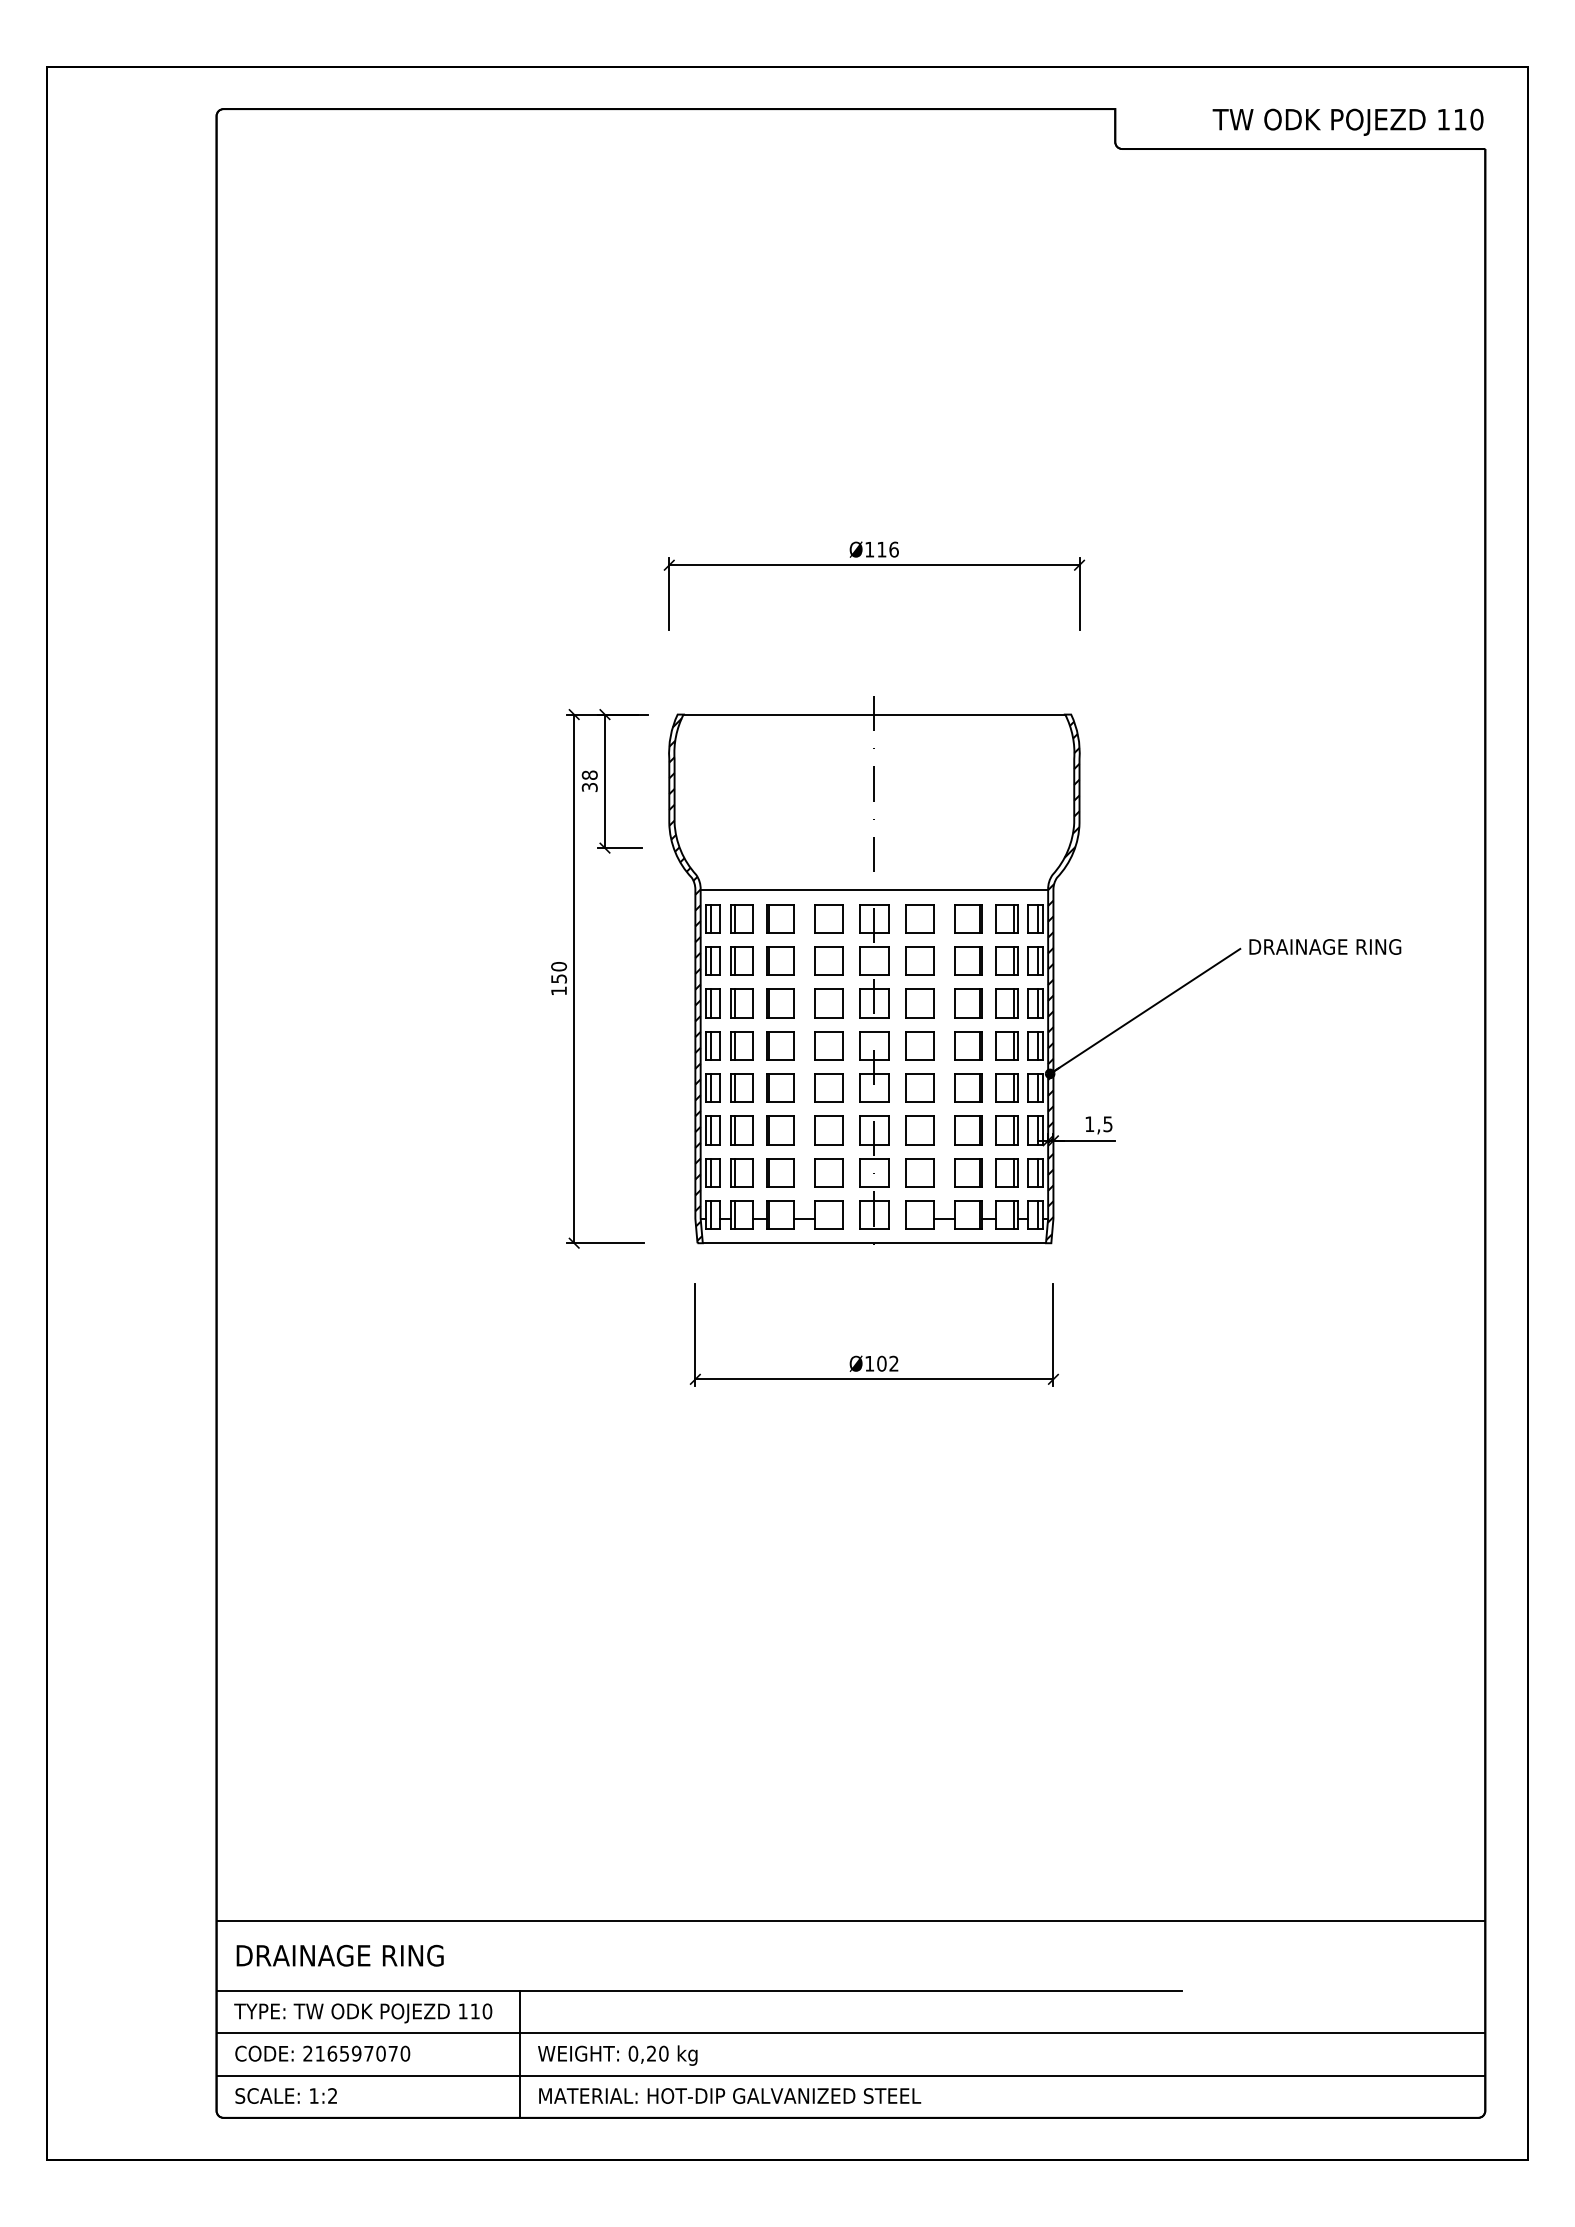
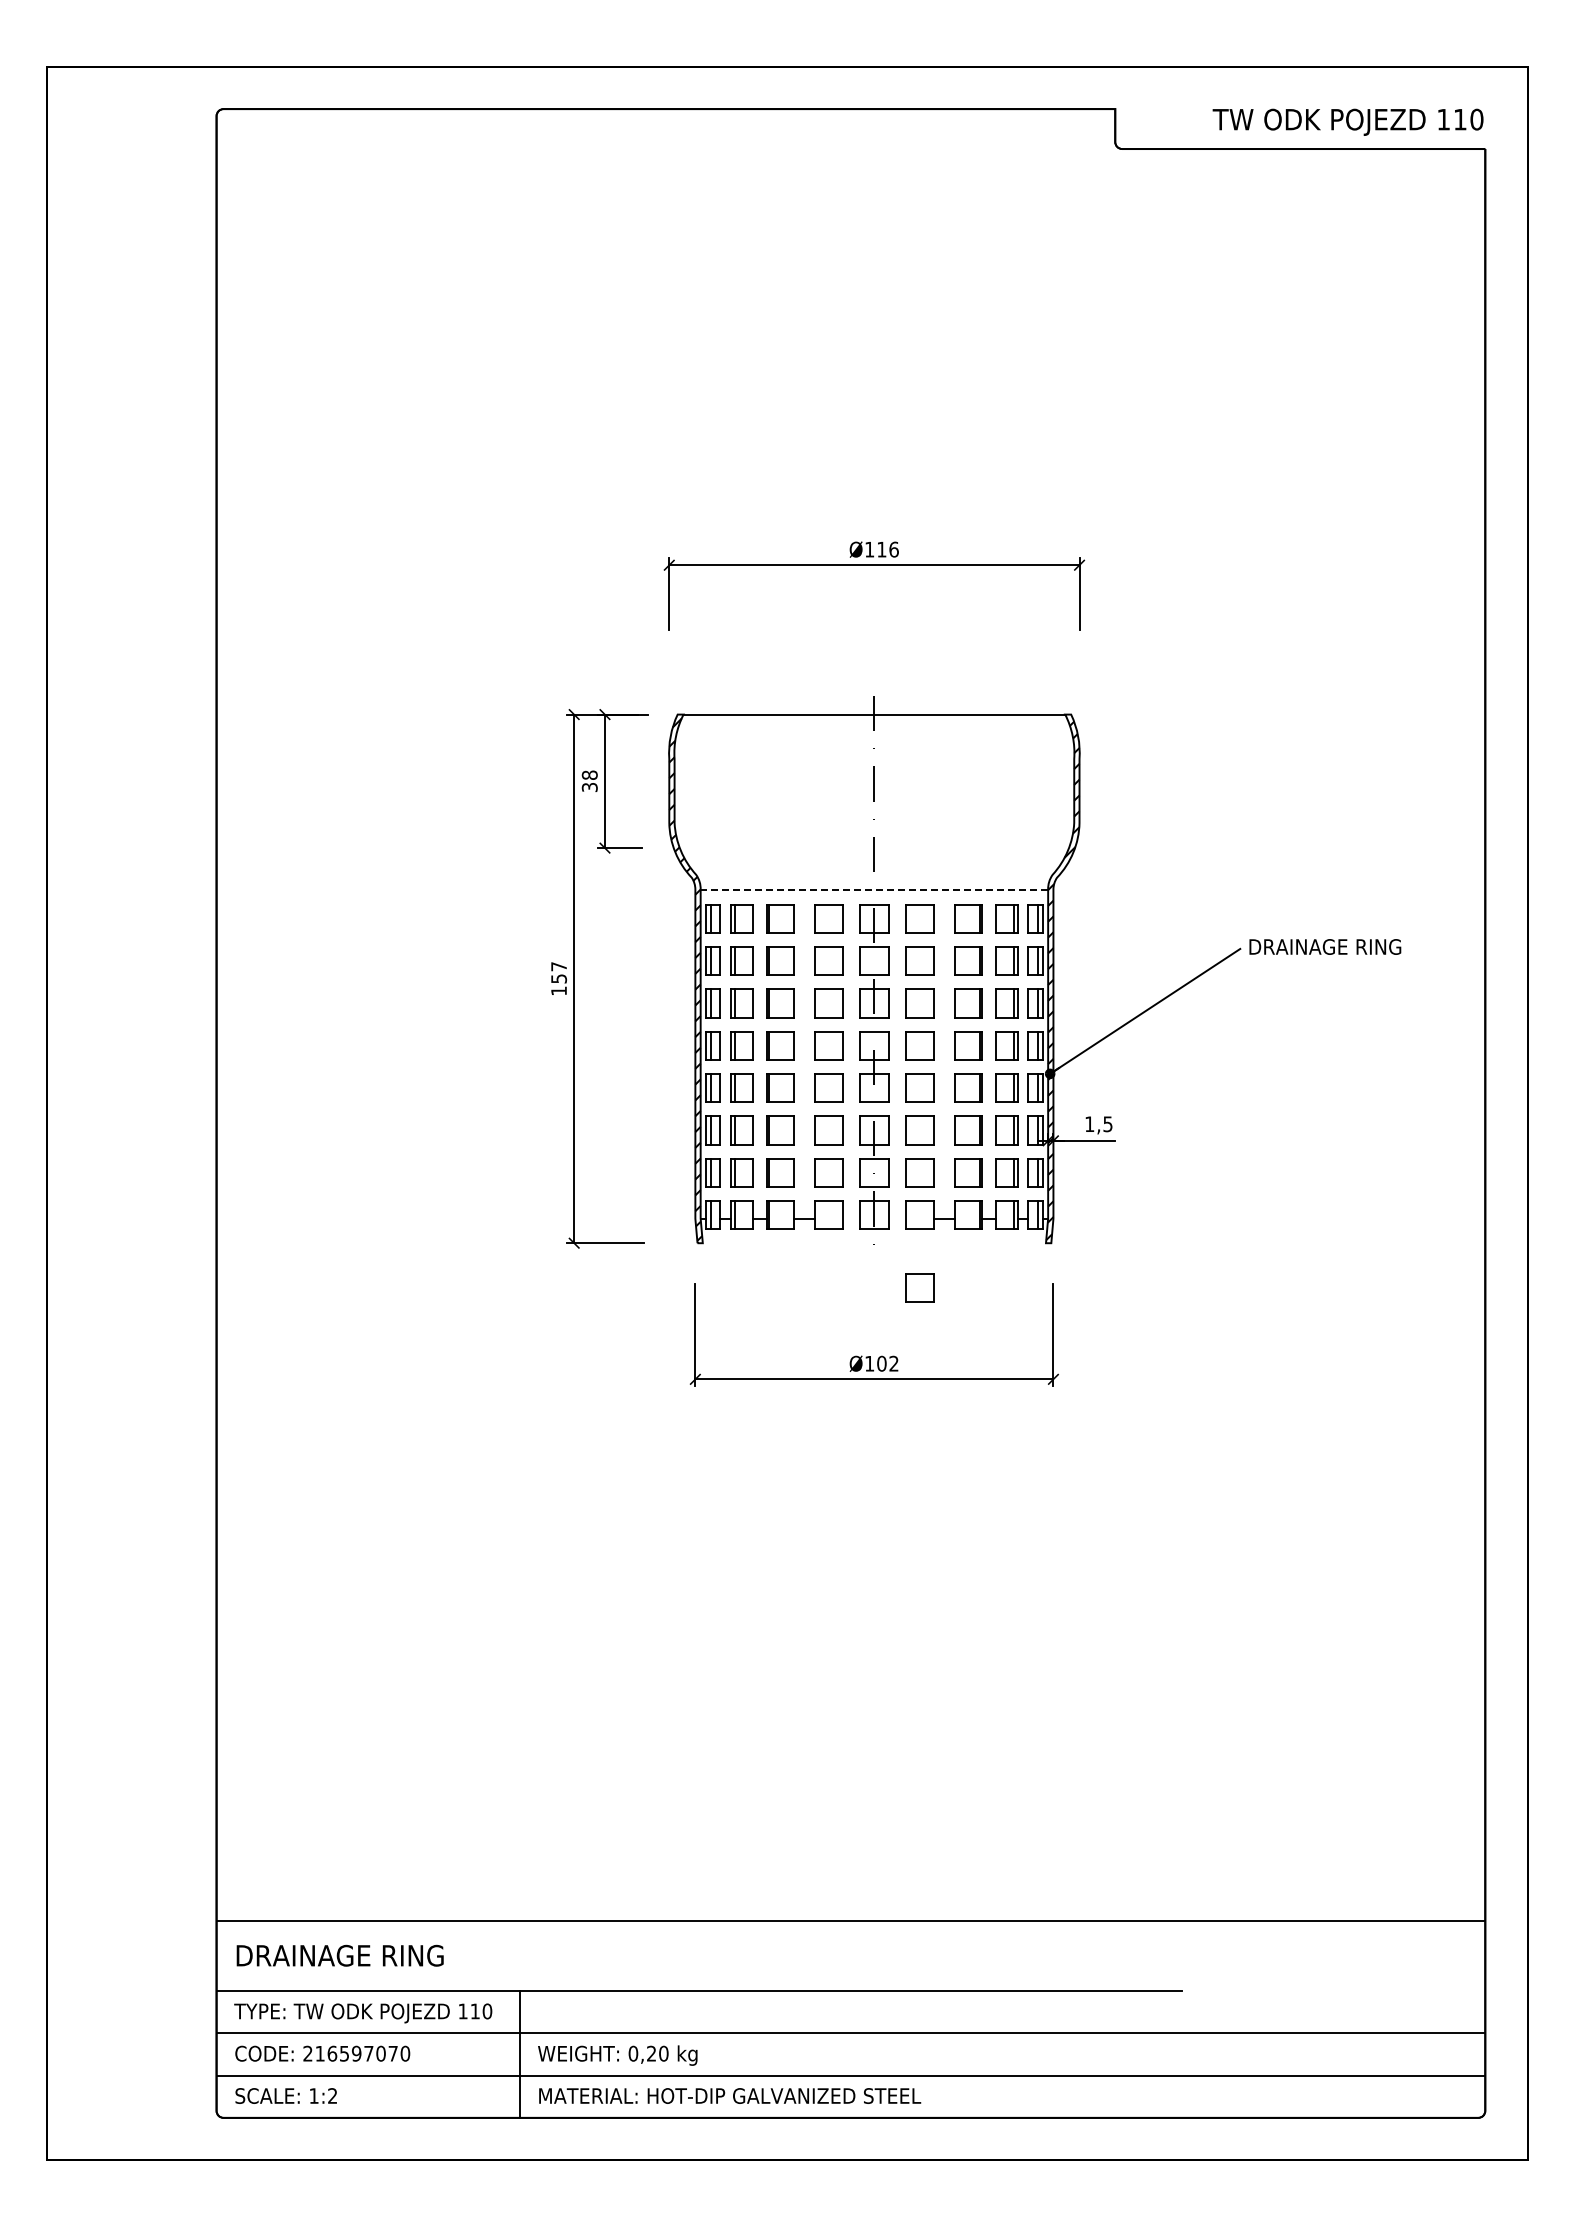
line at (874, 889): solid -> dashed
text at (558, 966): 150 -> 157
line at (874, 1243): present -> none
part at (919, 1287): none -> present
